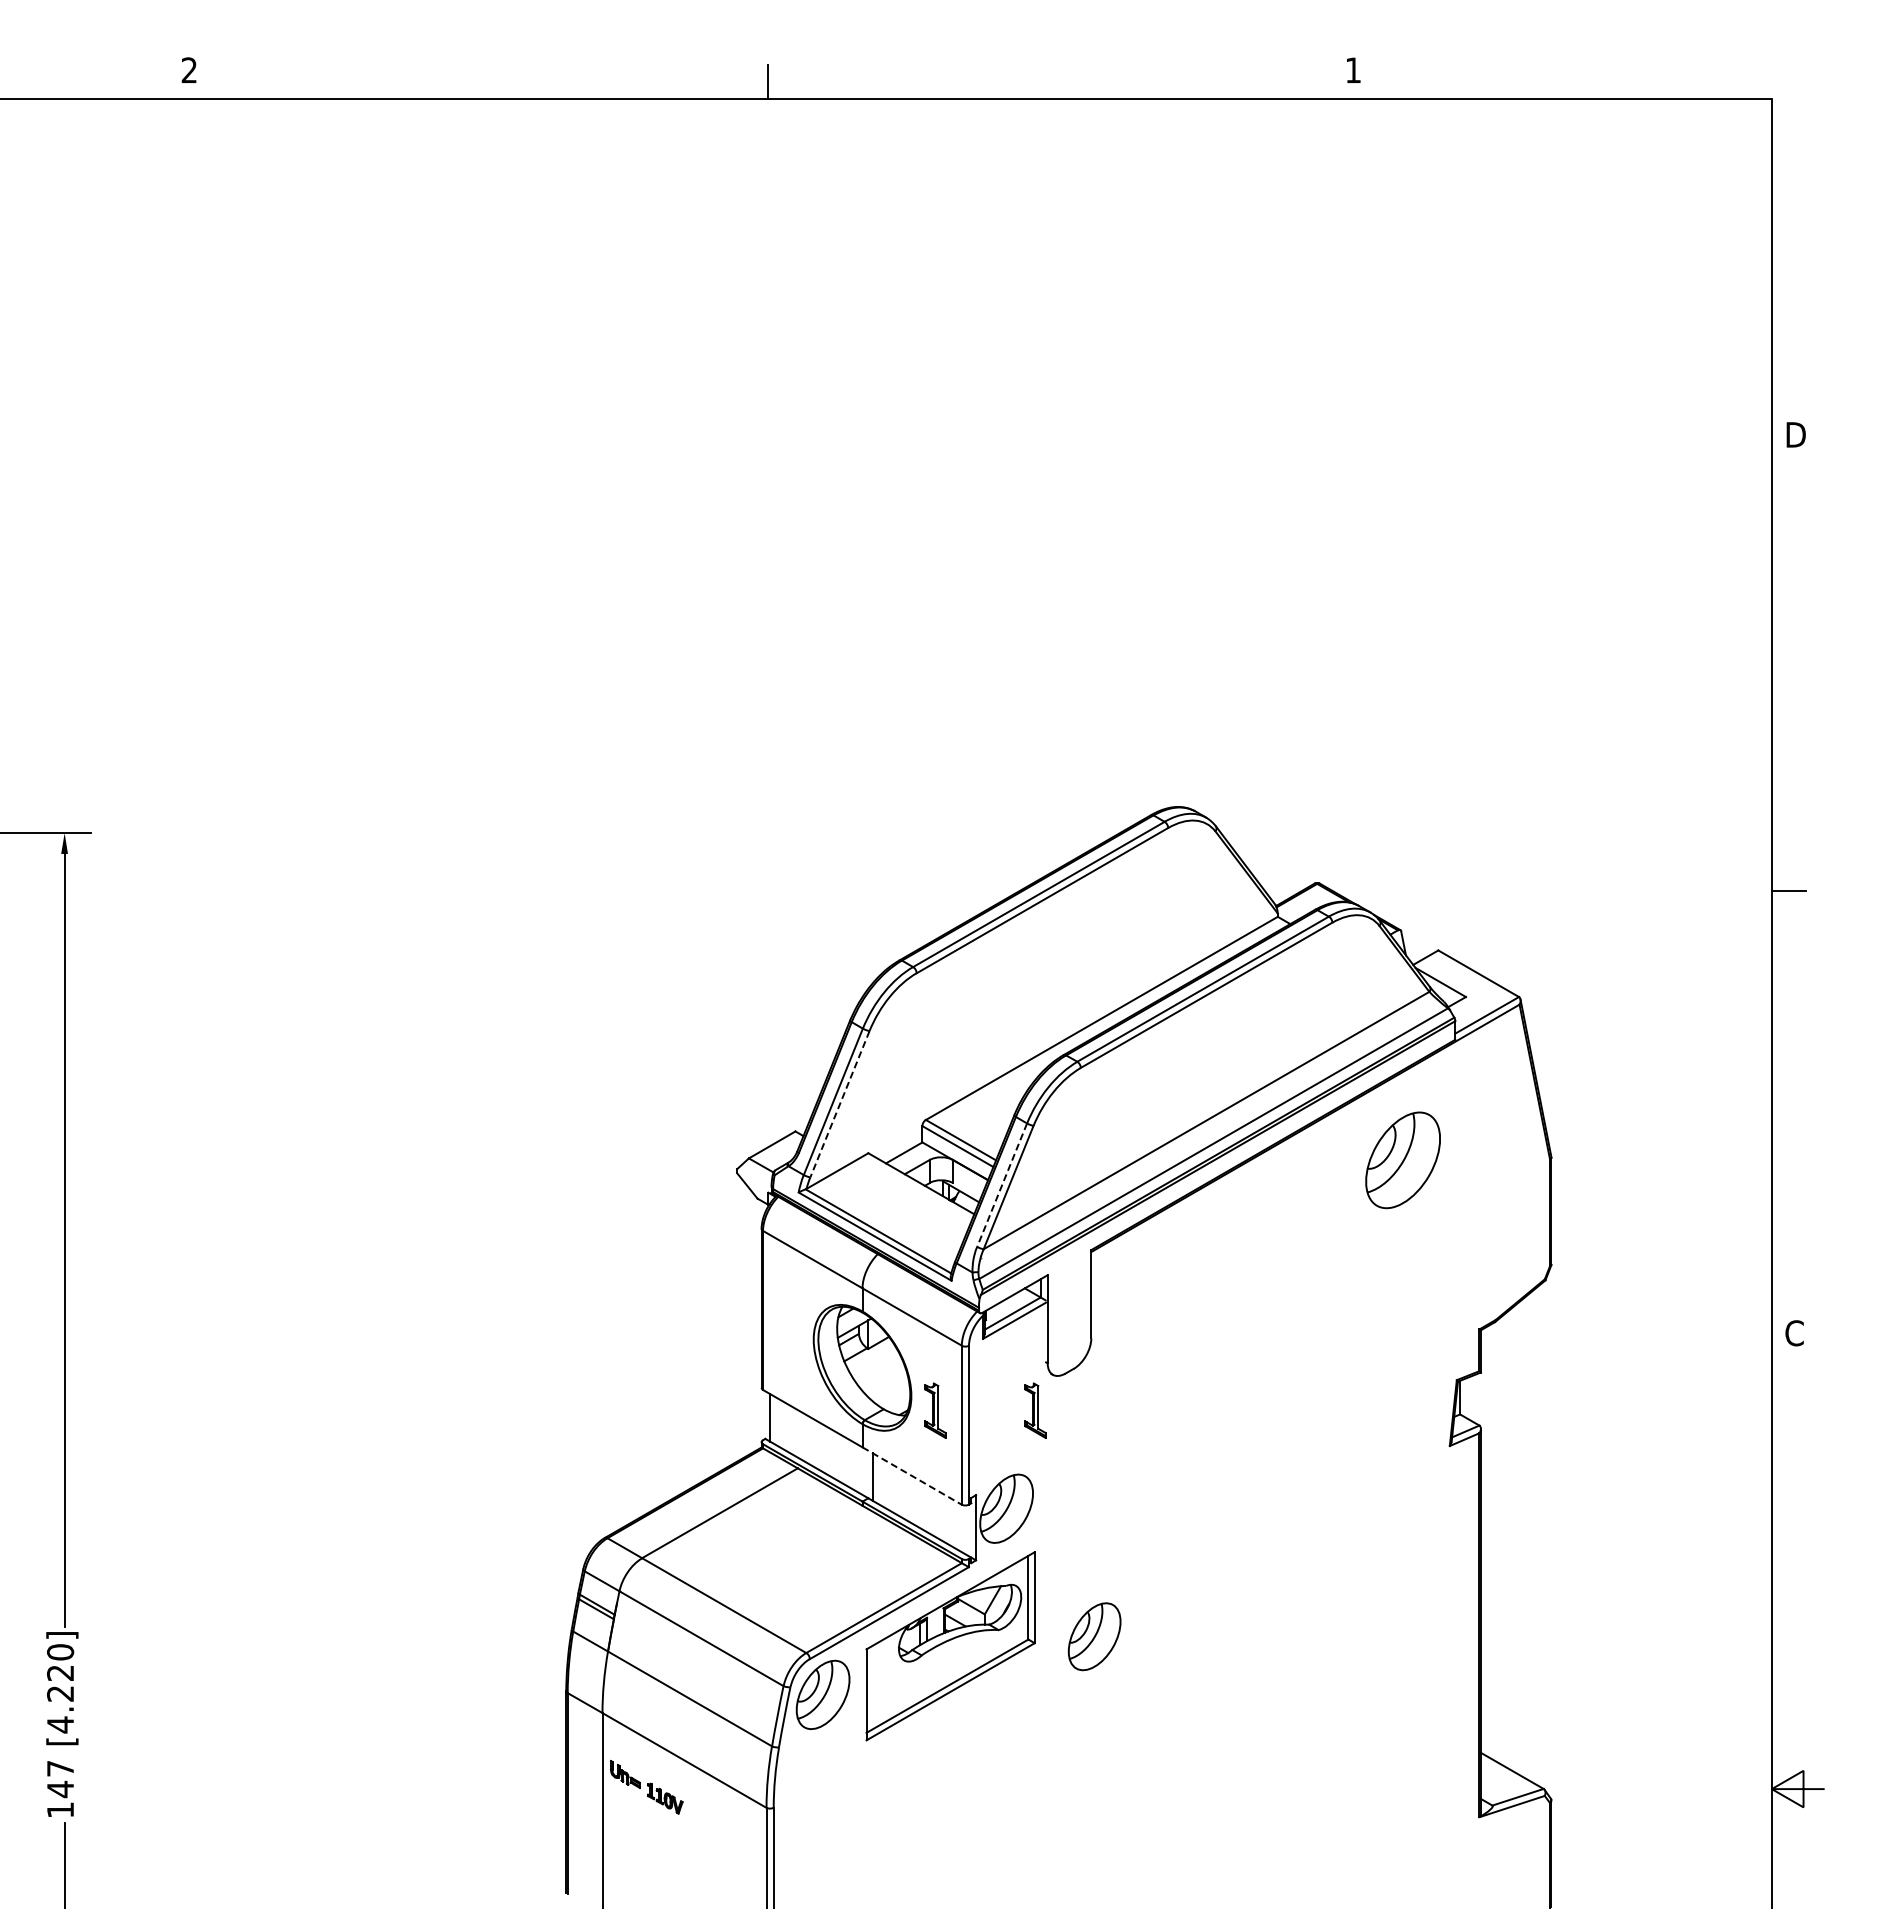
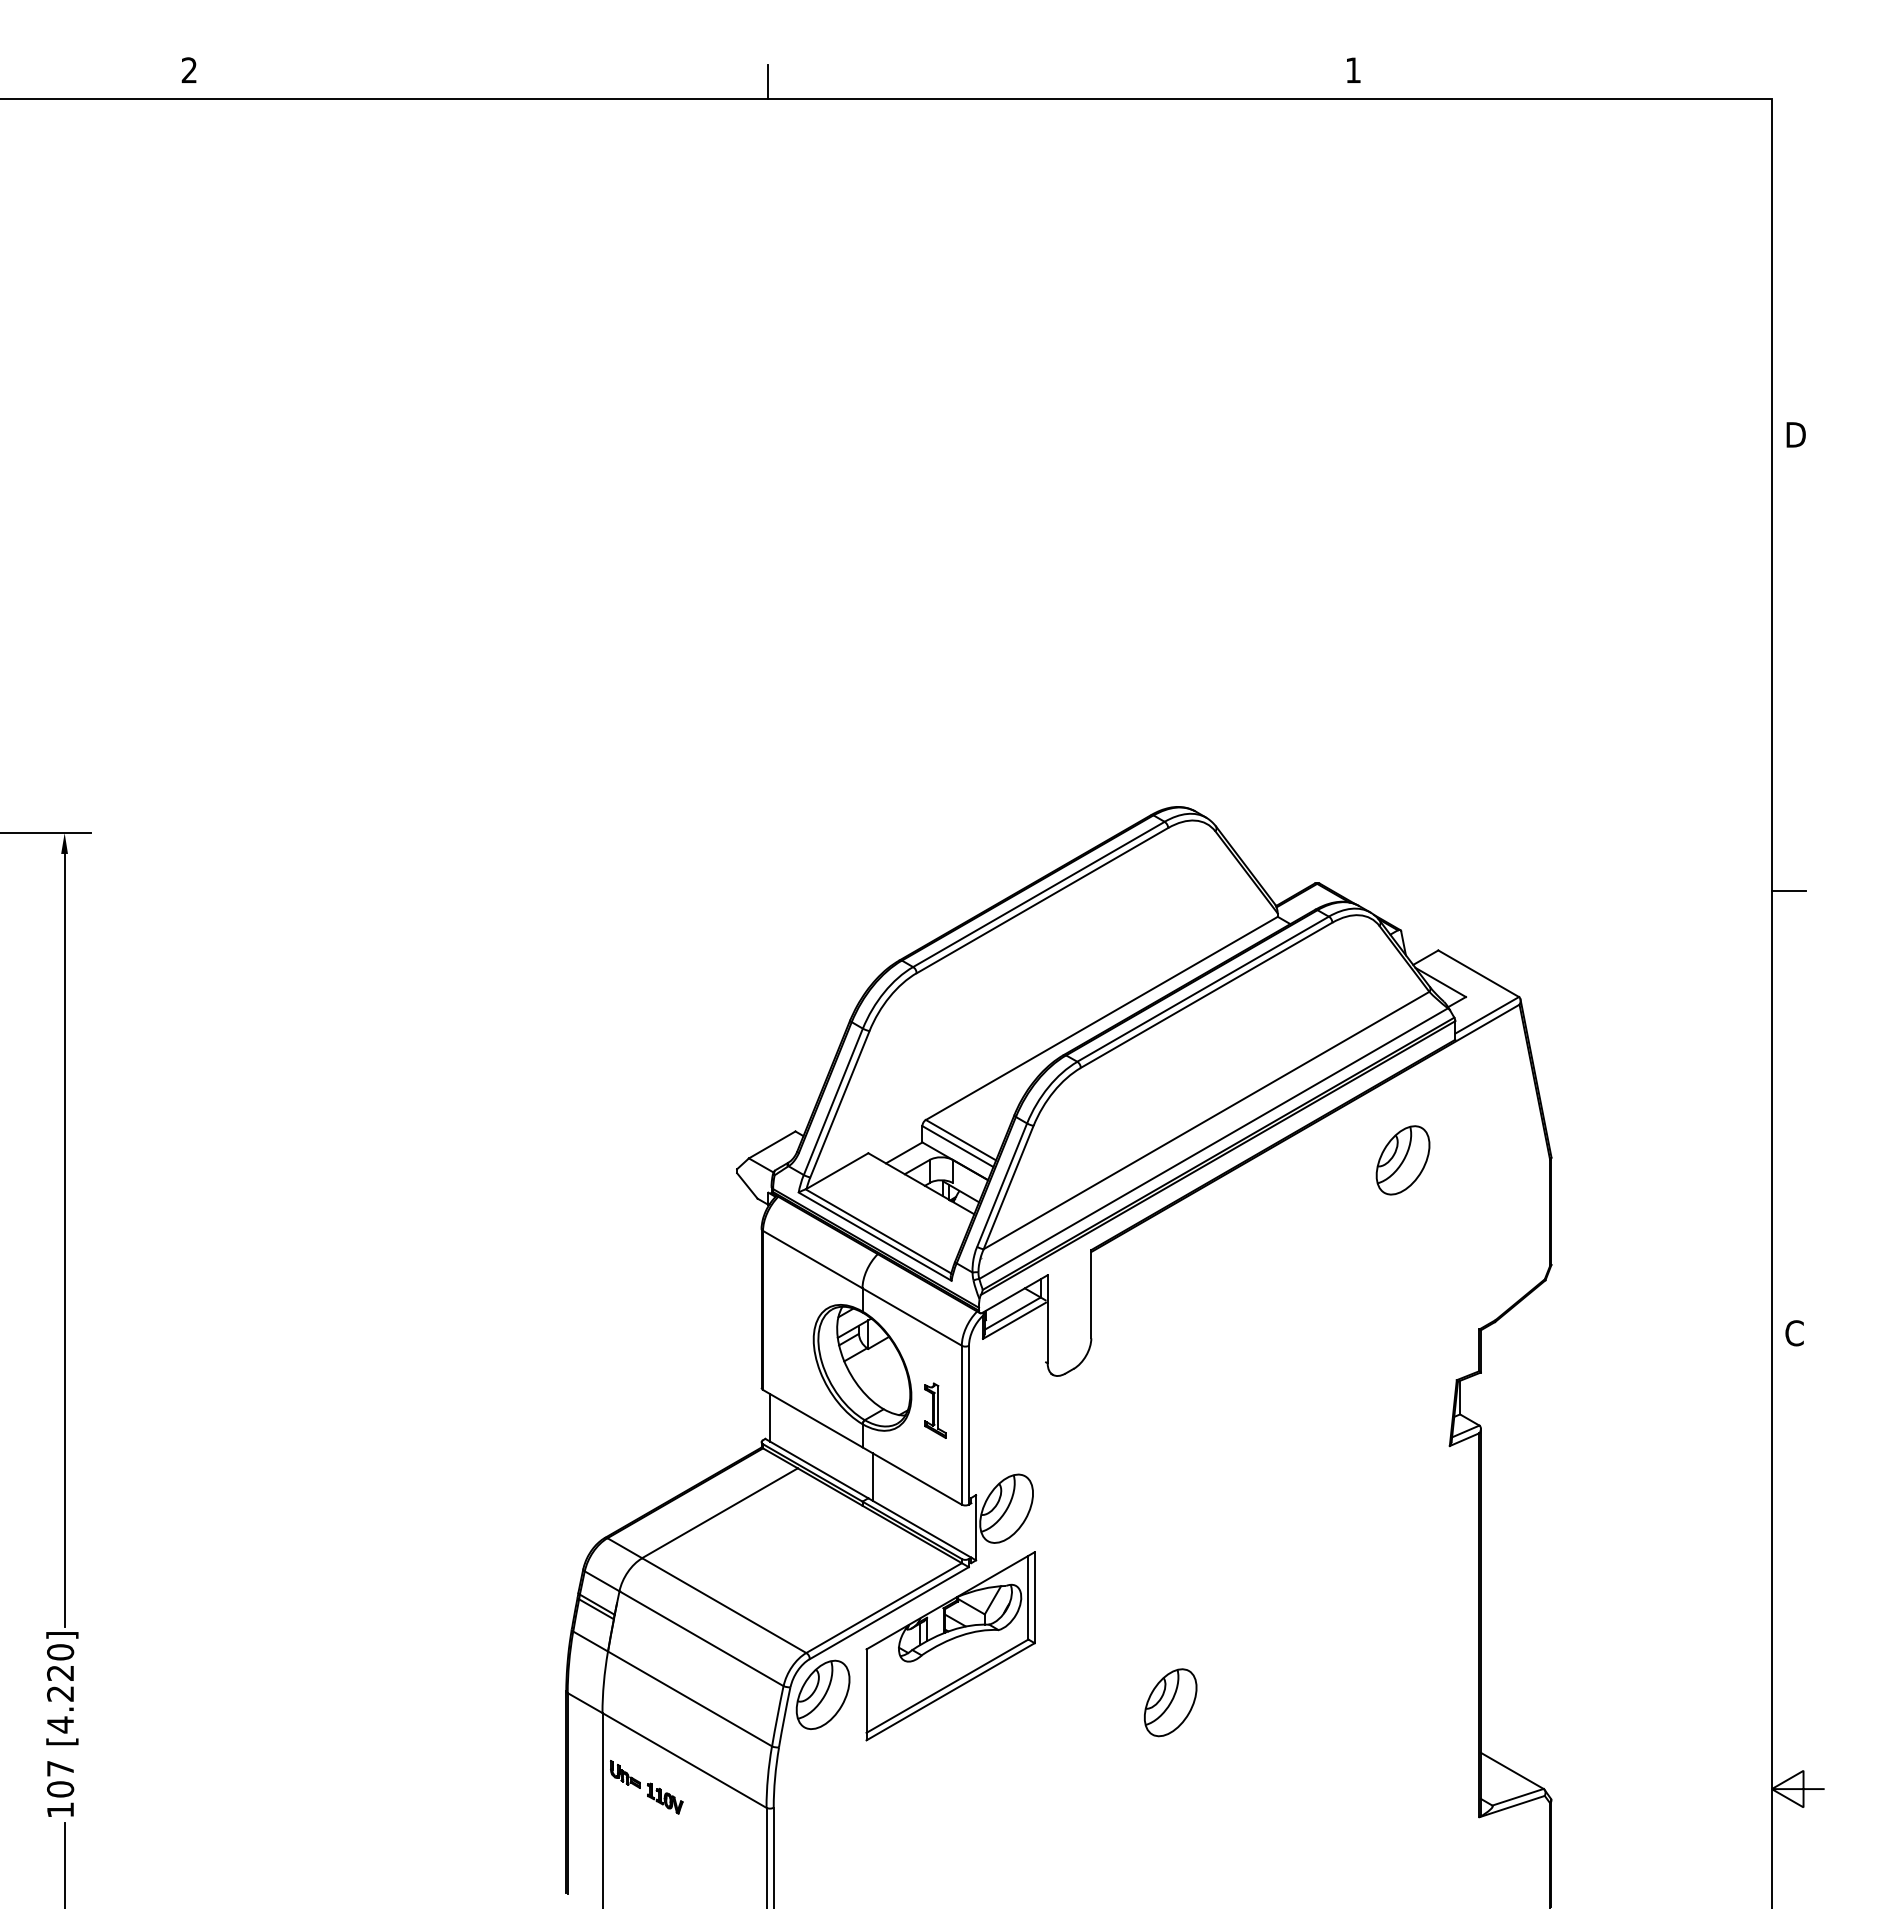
line at (839, 1104): dashed -> solid
part at (1402, 1160) size: 76x99 px -> 56x71 px
line at (1002, 1185): dashed -> solid
part at (1035, 1410): present -> none
line at (912, 1476): dashed -> solid
part at (1094, 1636) position: (1094, 1636) -> (1170, 1702)
text at (60, 1789): 147 -> 107
